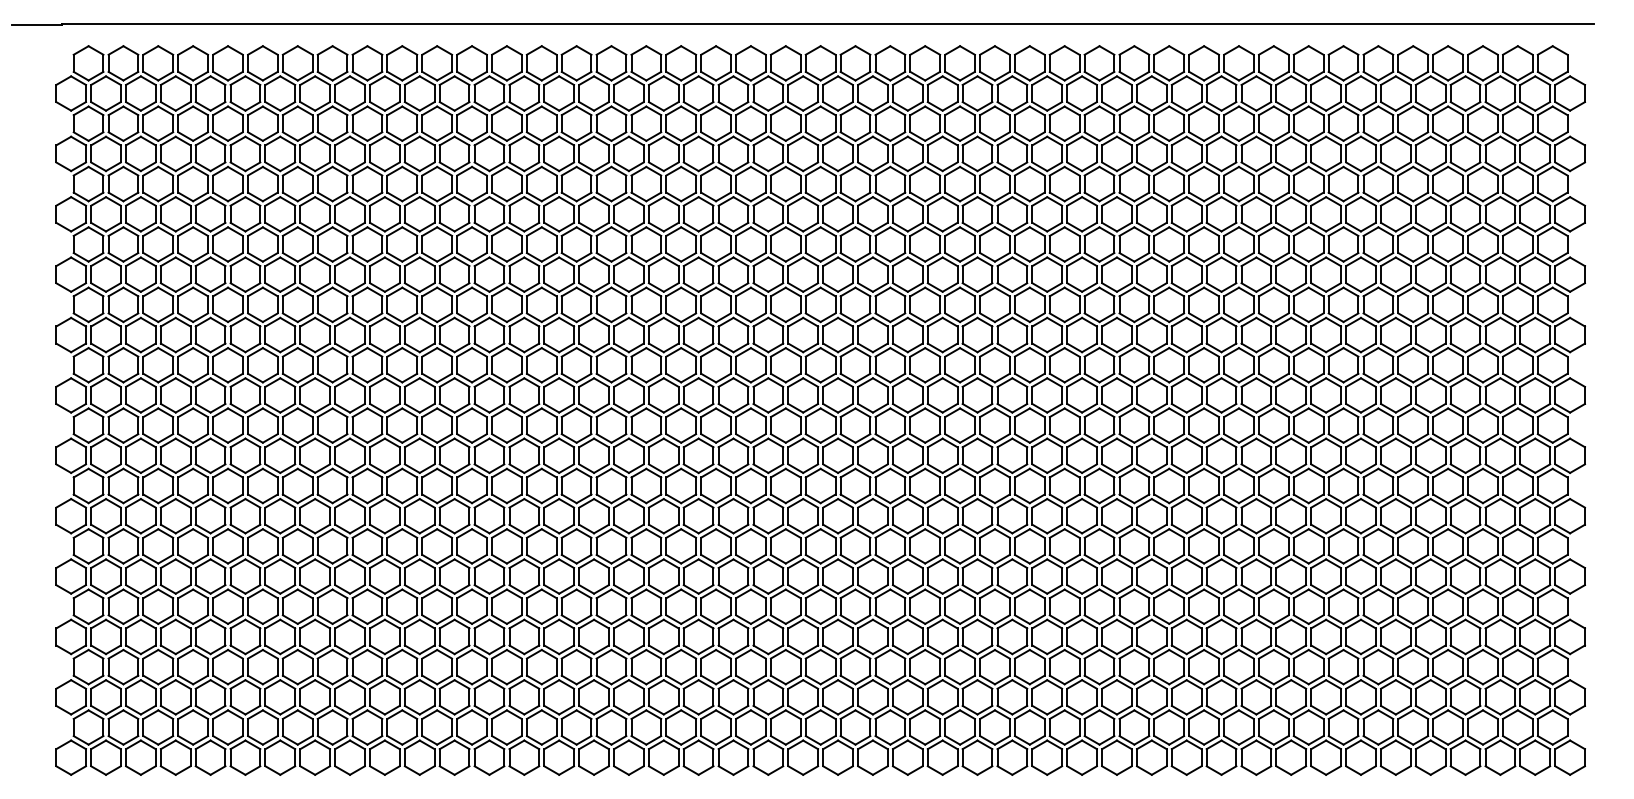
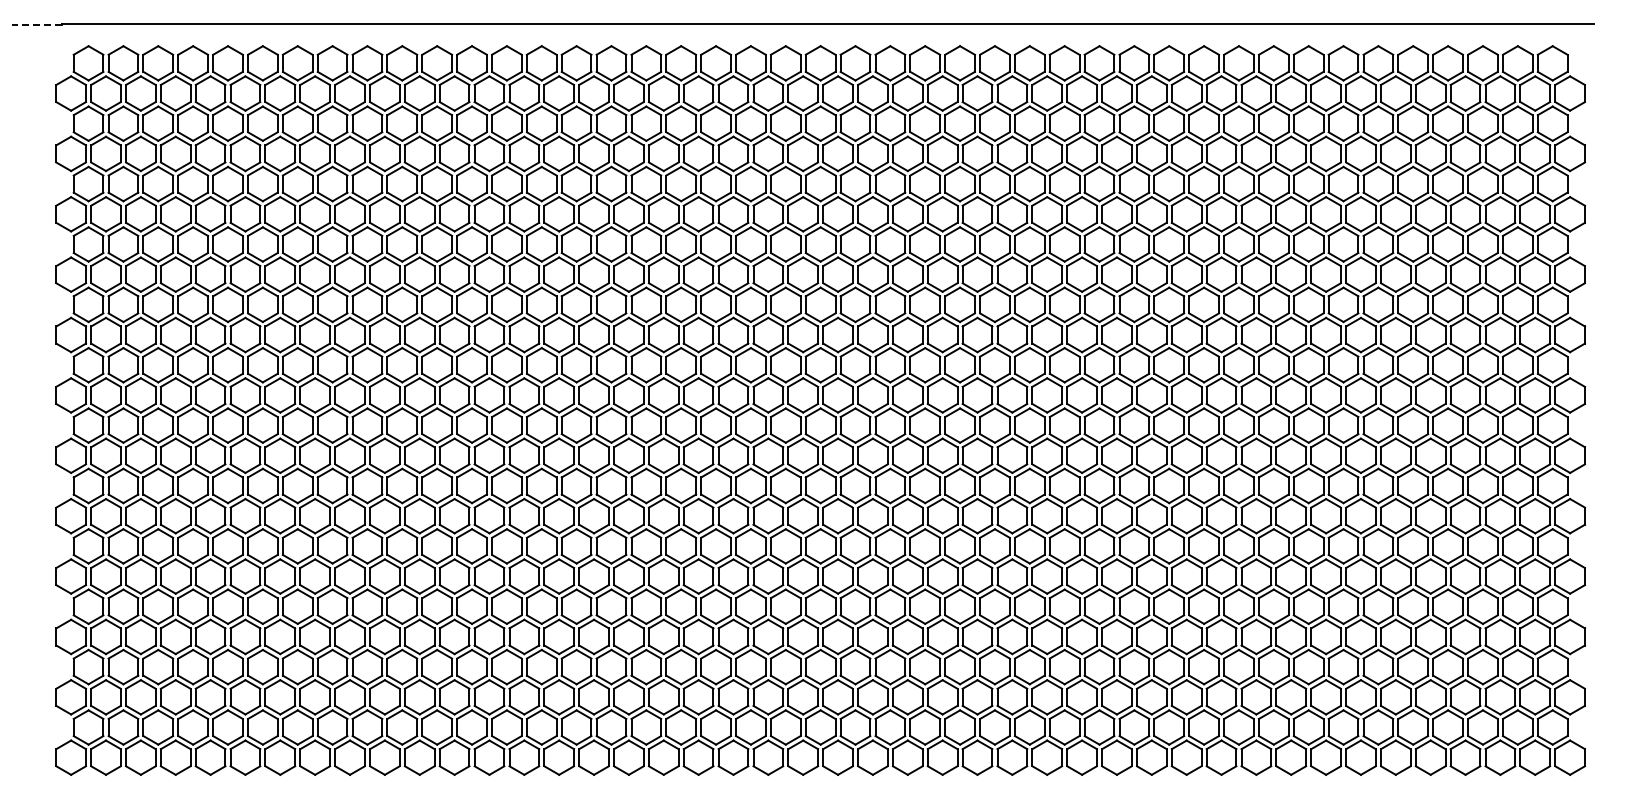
line at (37, 25): solid -> dashed
